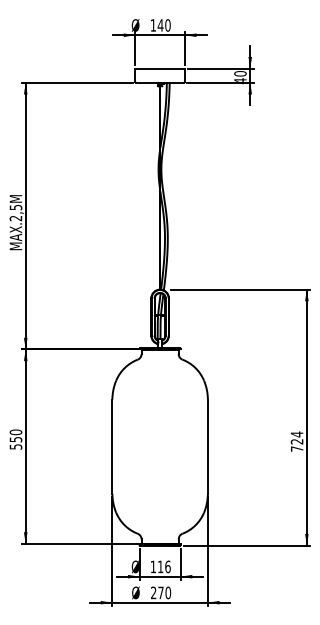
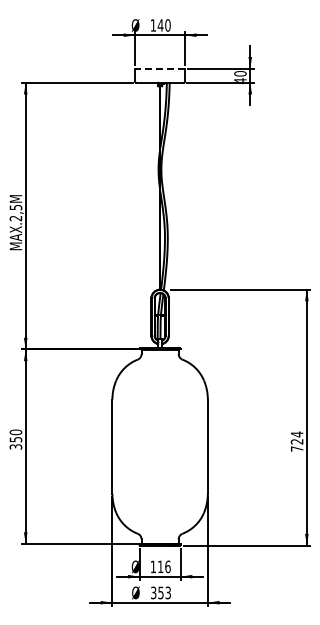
line at (160, 68): solid -> dashed
text at (15, 446): 550 -> 350
text at (161, 592): 270 -> 353
